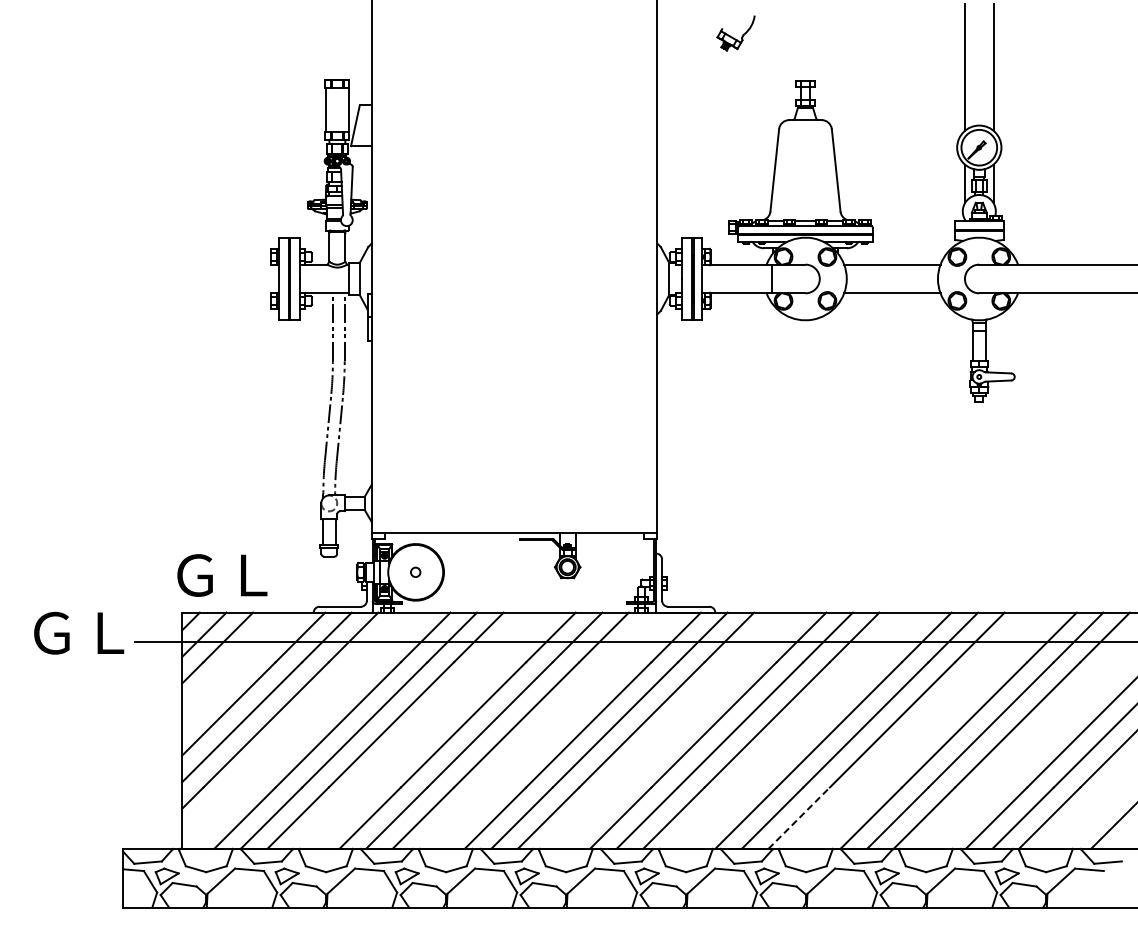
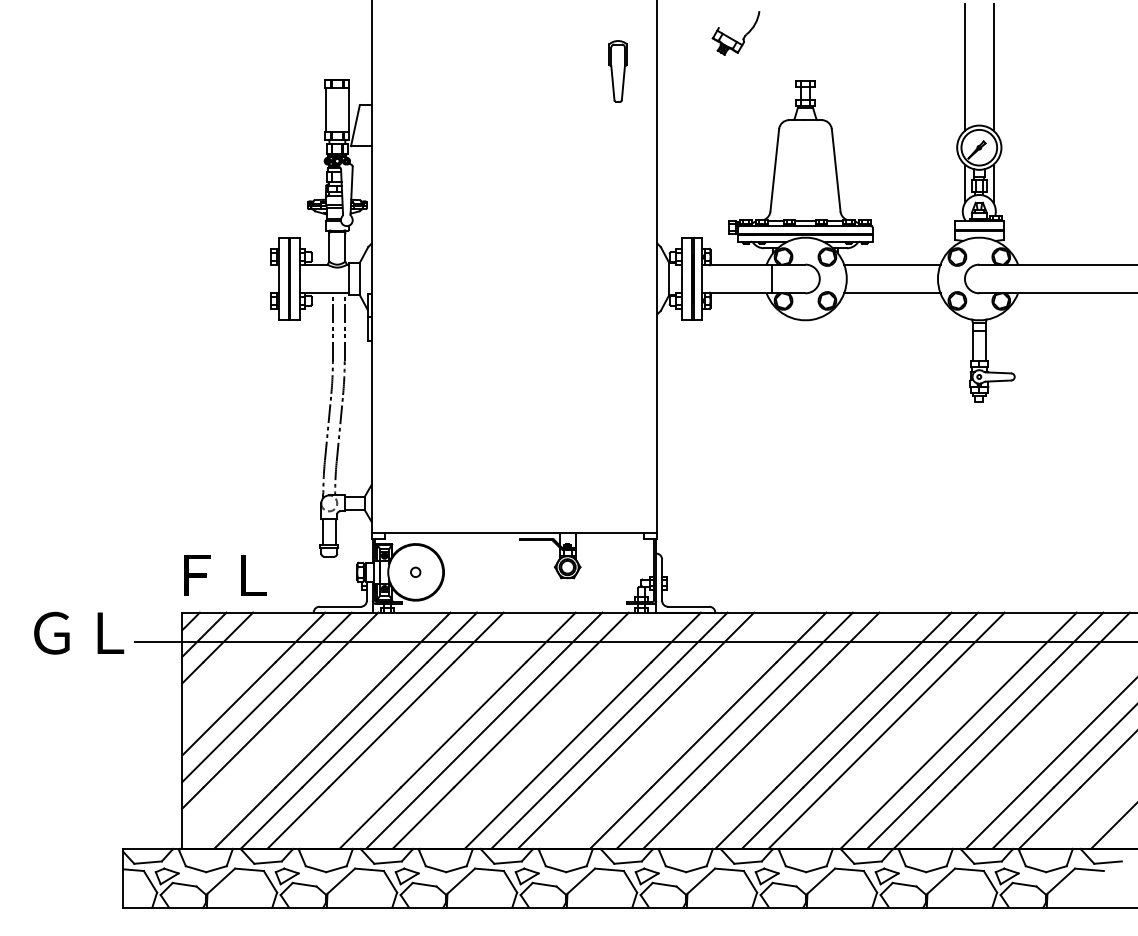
part at (735, 33) size: 40x37 px -> 50x45 px
part at (617, 71): none -> present
text at (222, 575): ＧＬ -> ＦＬ
line at (799, 817): dashed -> solid
